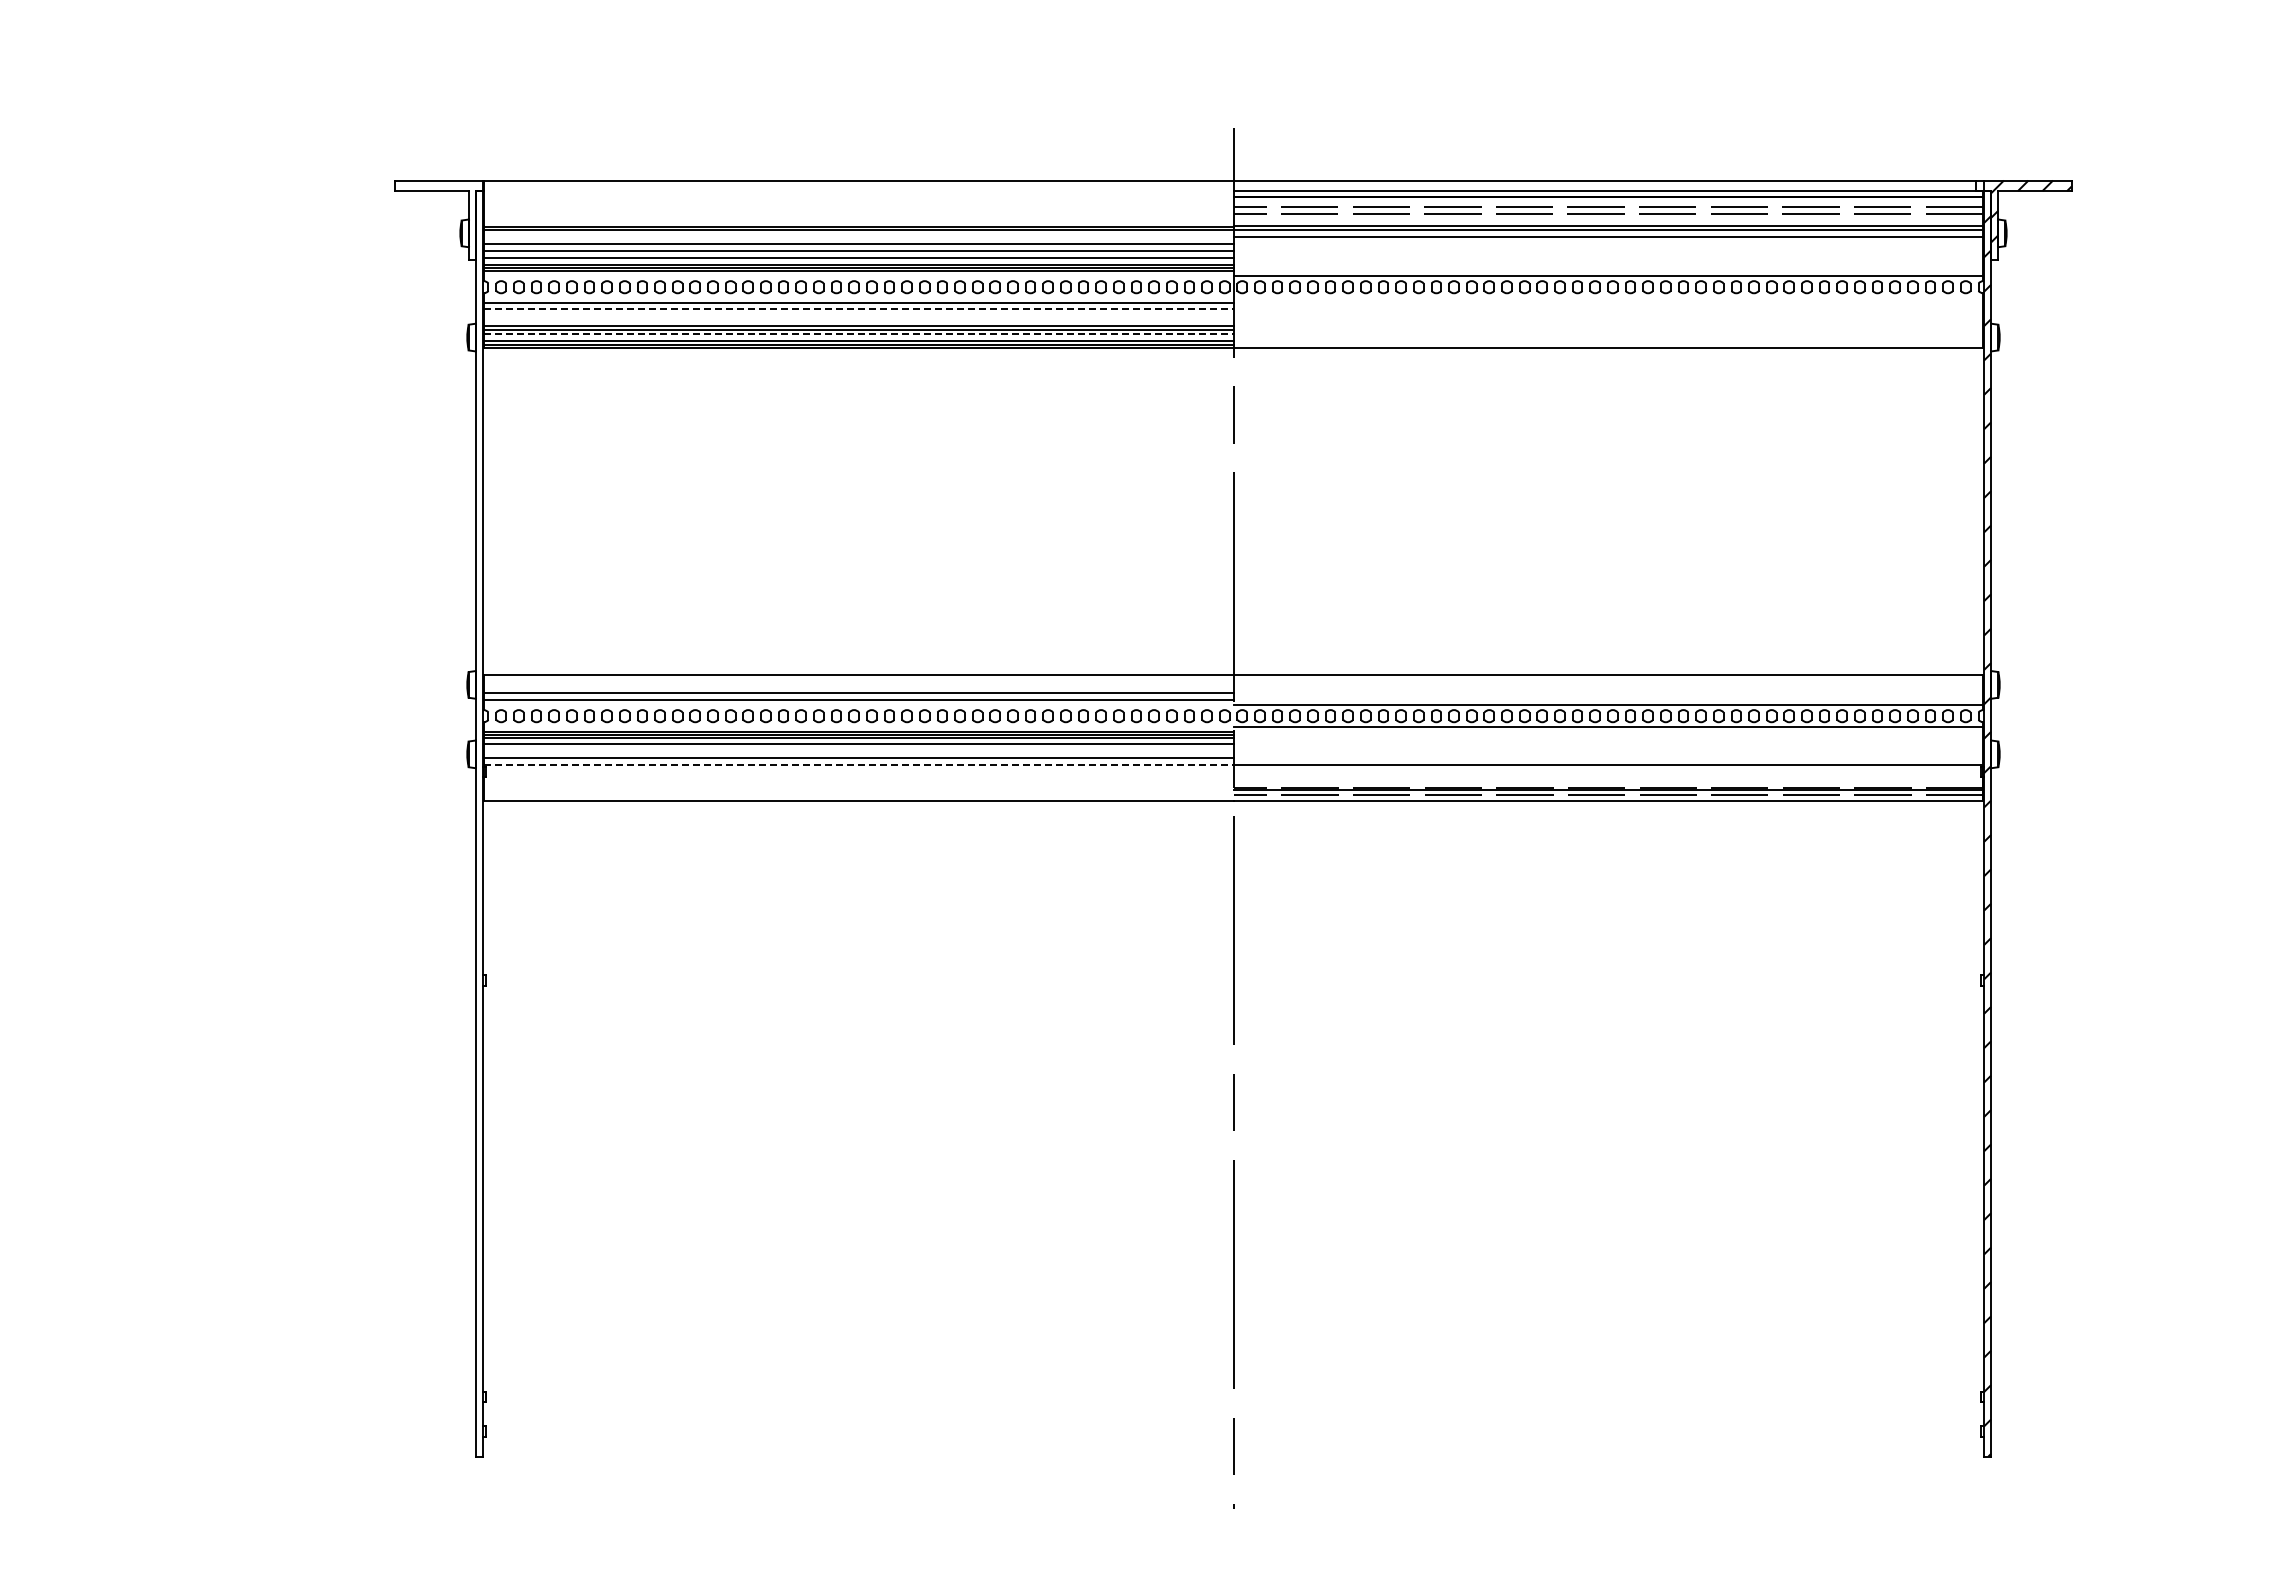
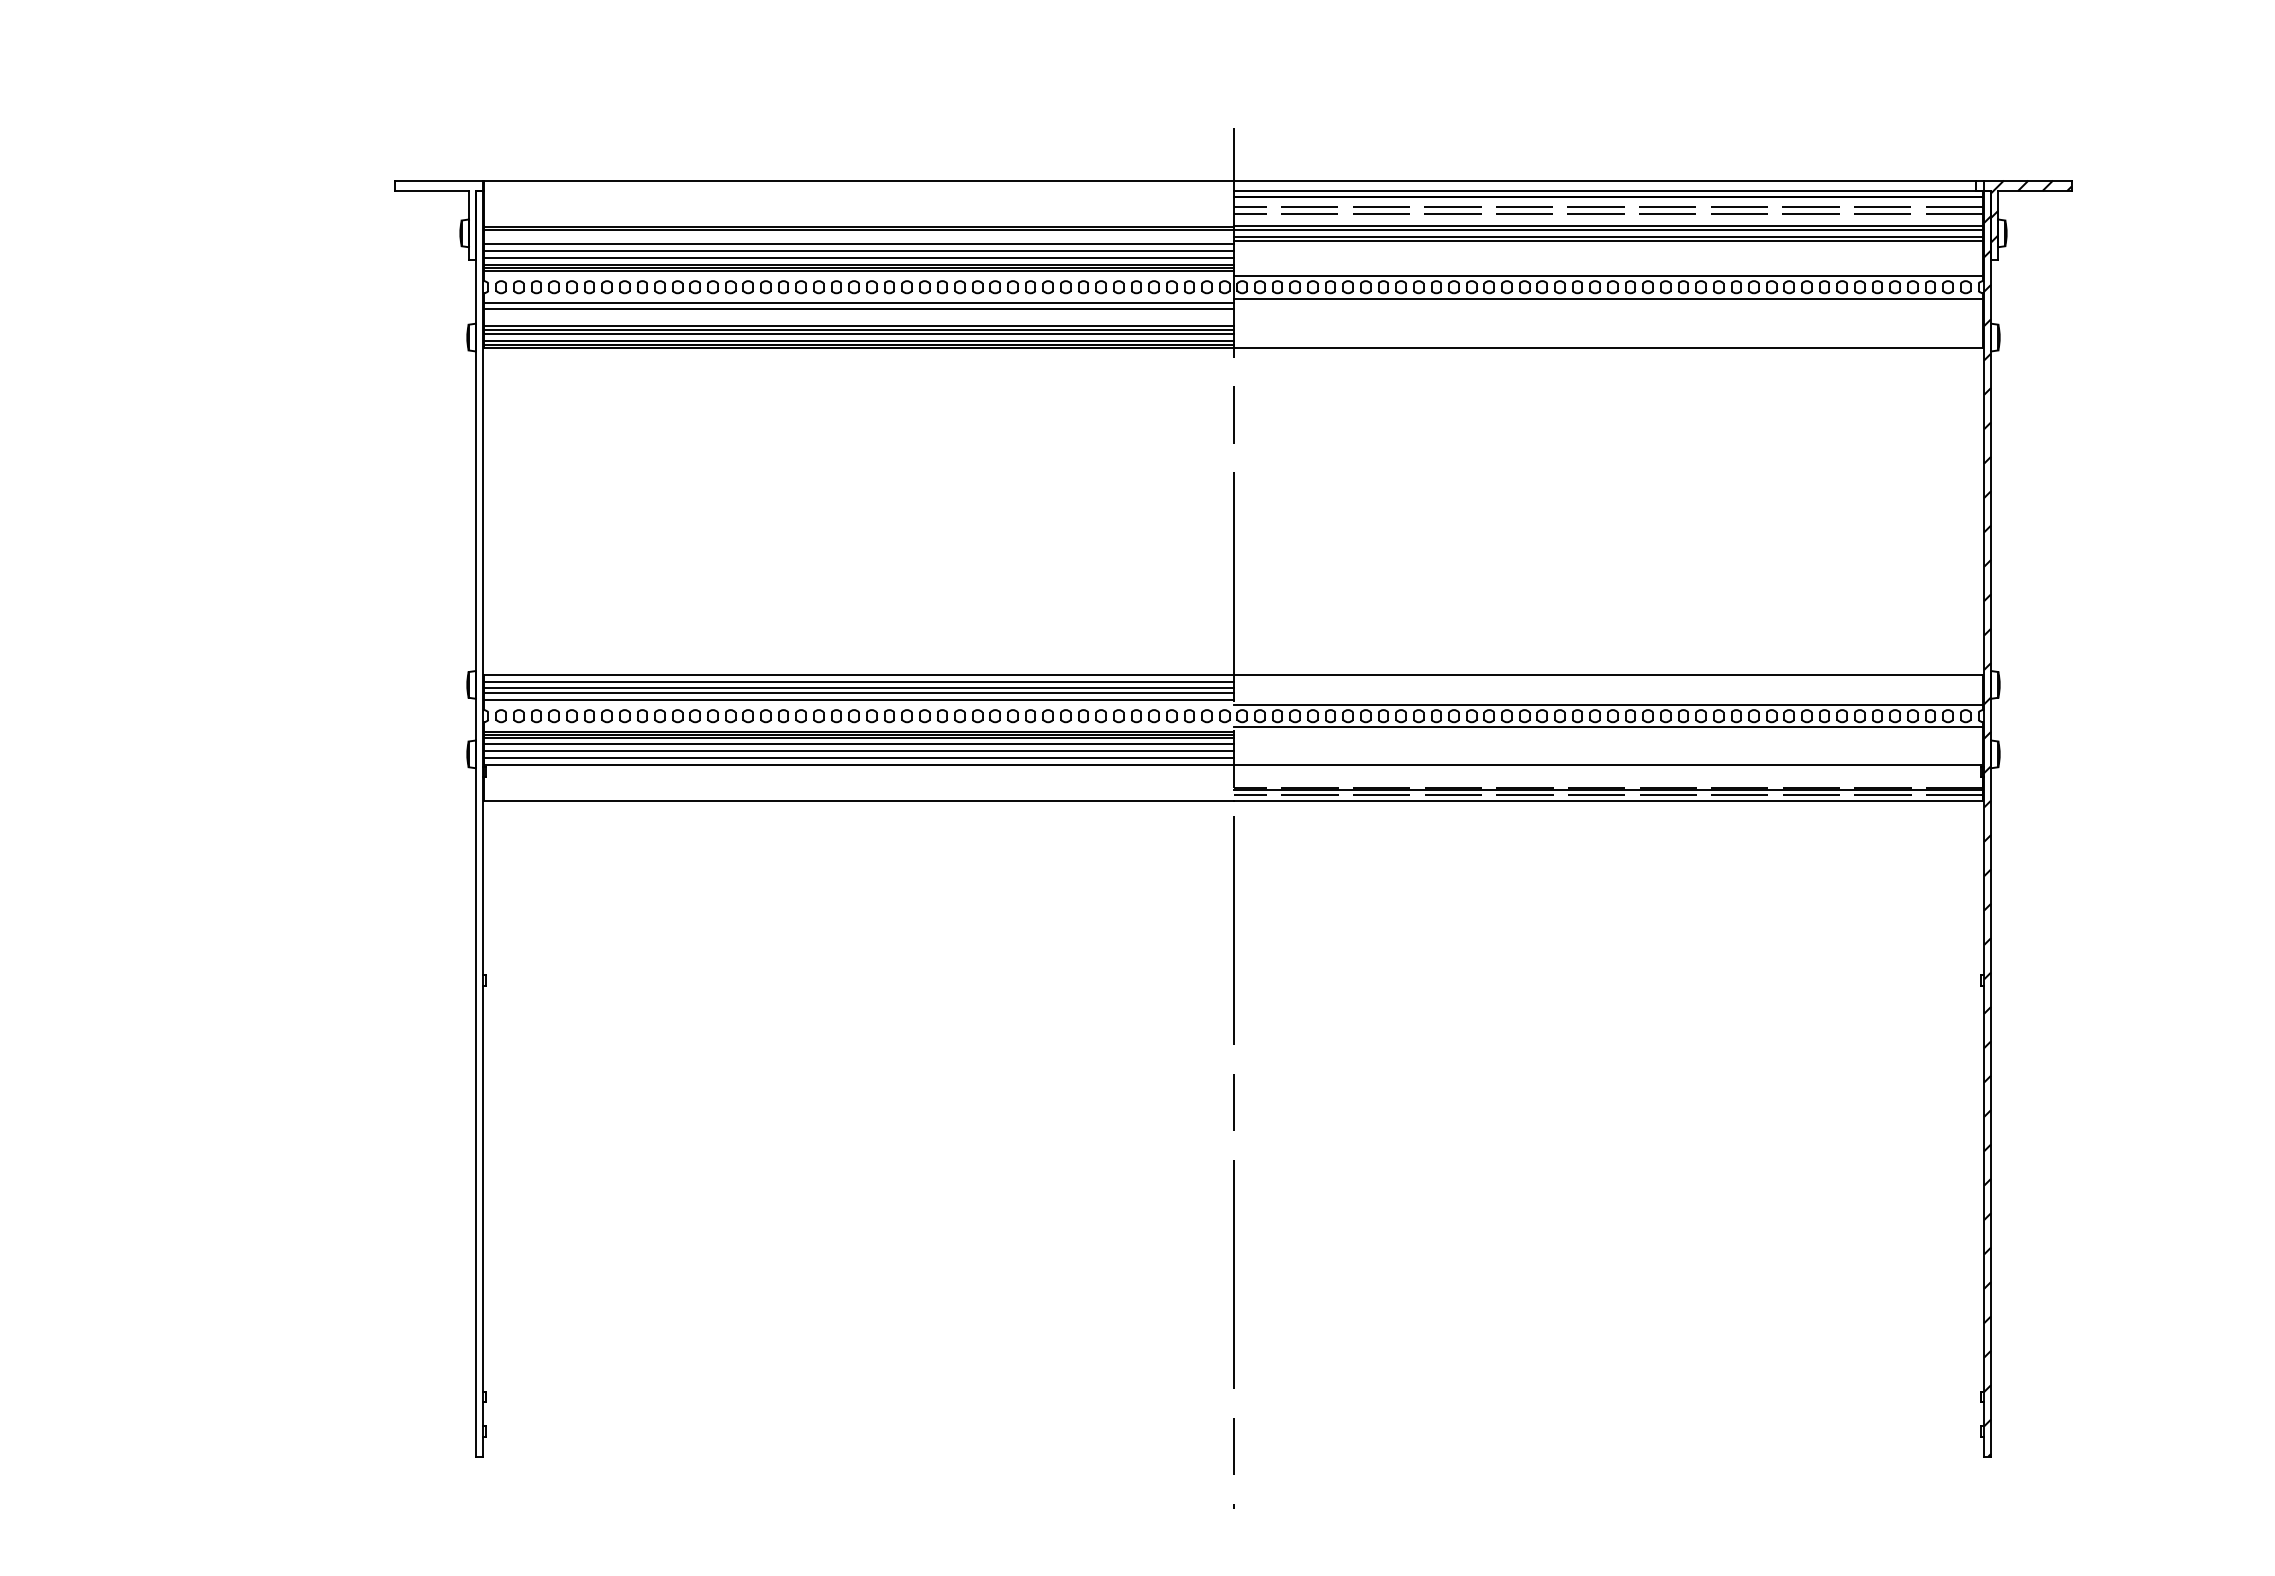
line at (1608, 240): none -> present
line at (1608, 298): none -> present
line at (858, 309): dashed -> solid
line at (858, 334): dashed -> solid
line at (858, 681): none -> present
line at (858, 688): none -> present
line at (858, 751): none -> present
line at (858, 765): dashed -> solid
